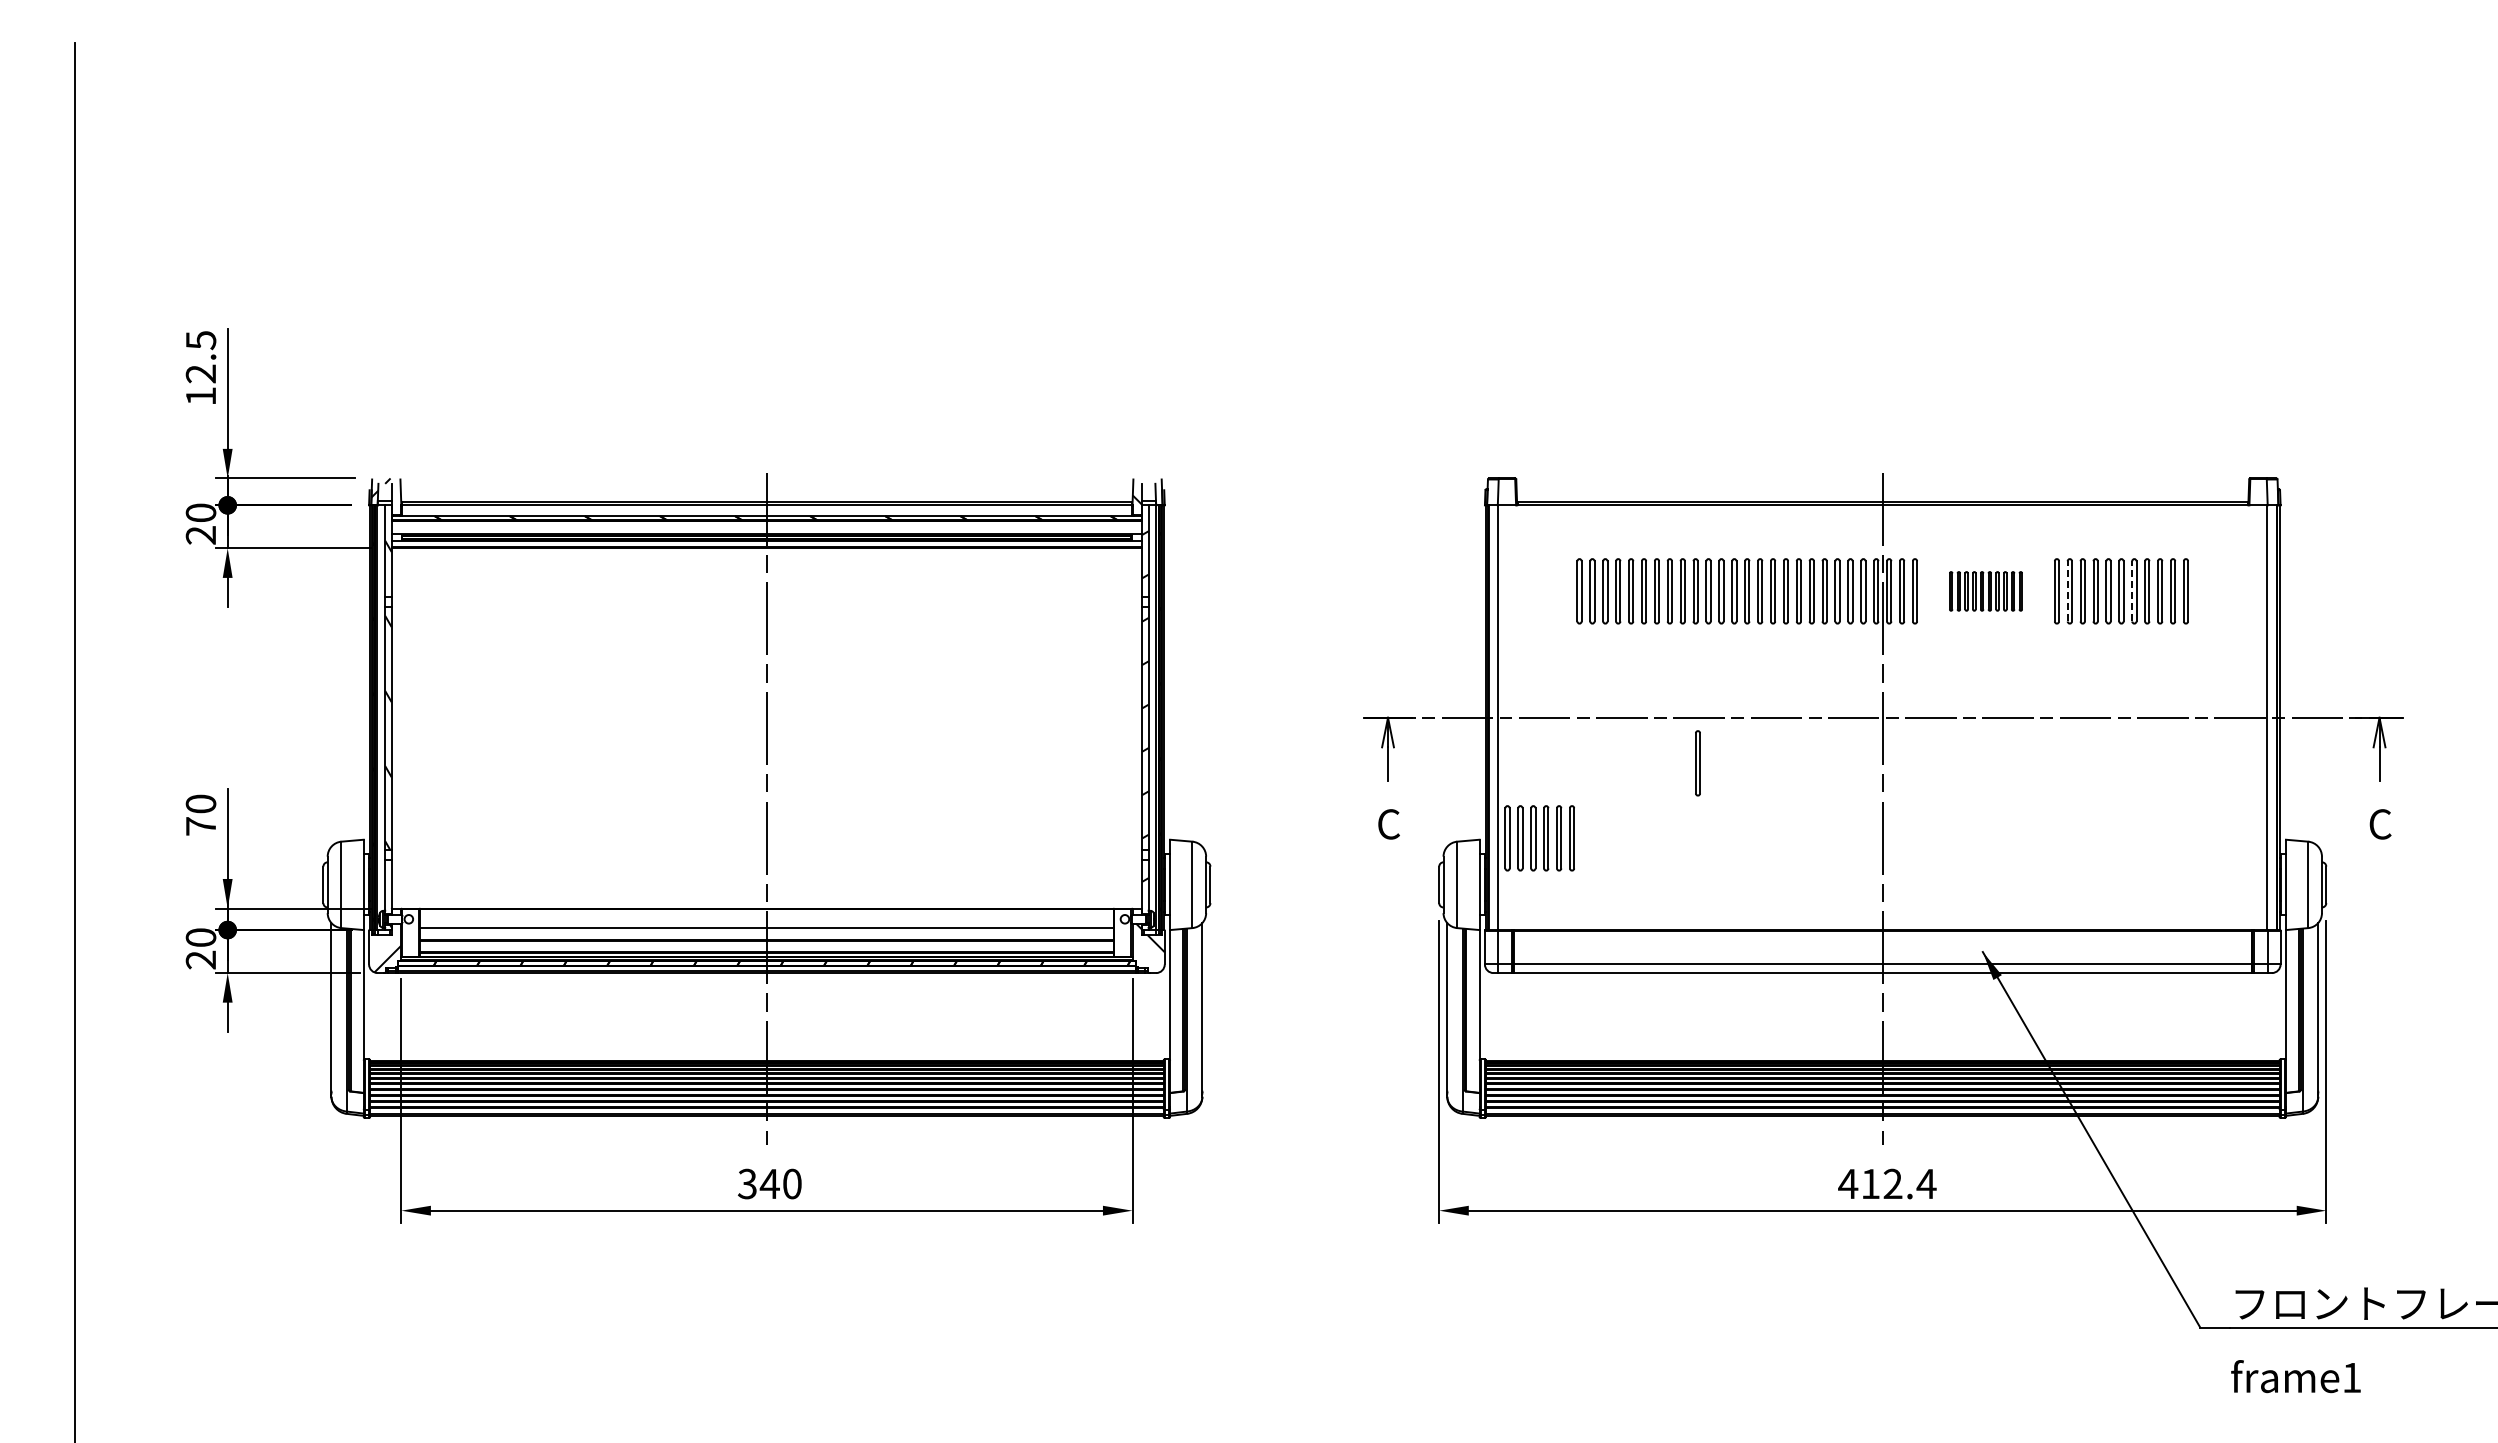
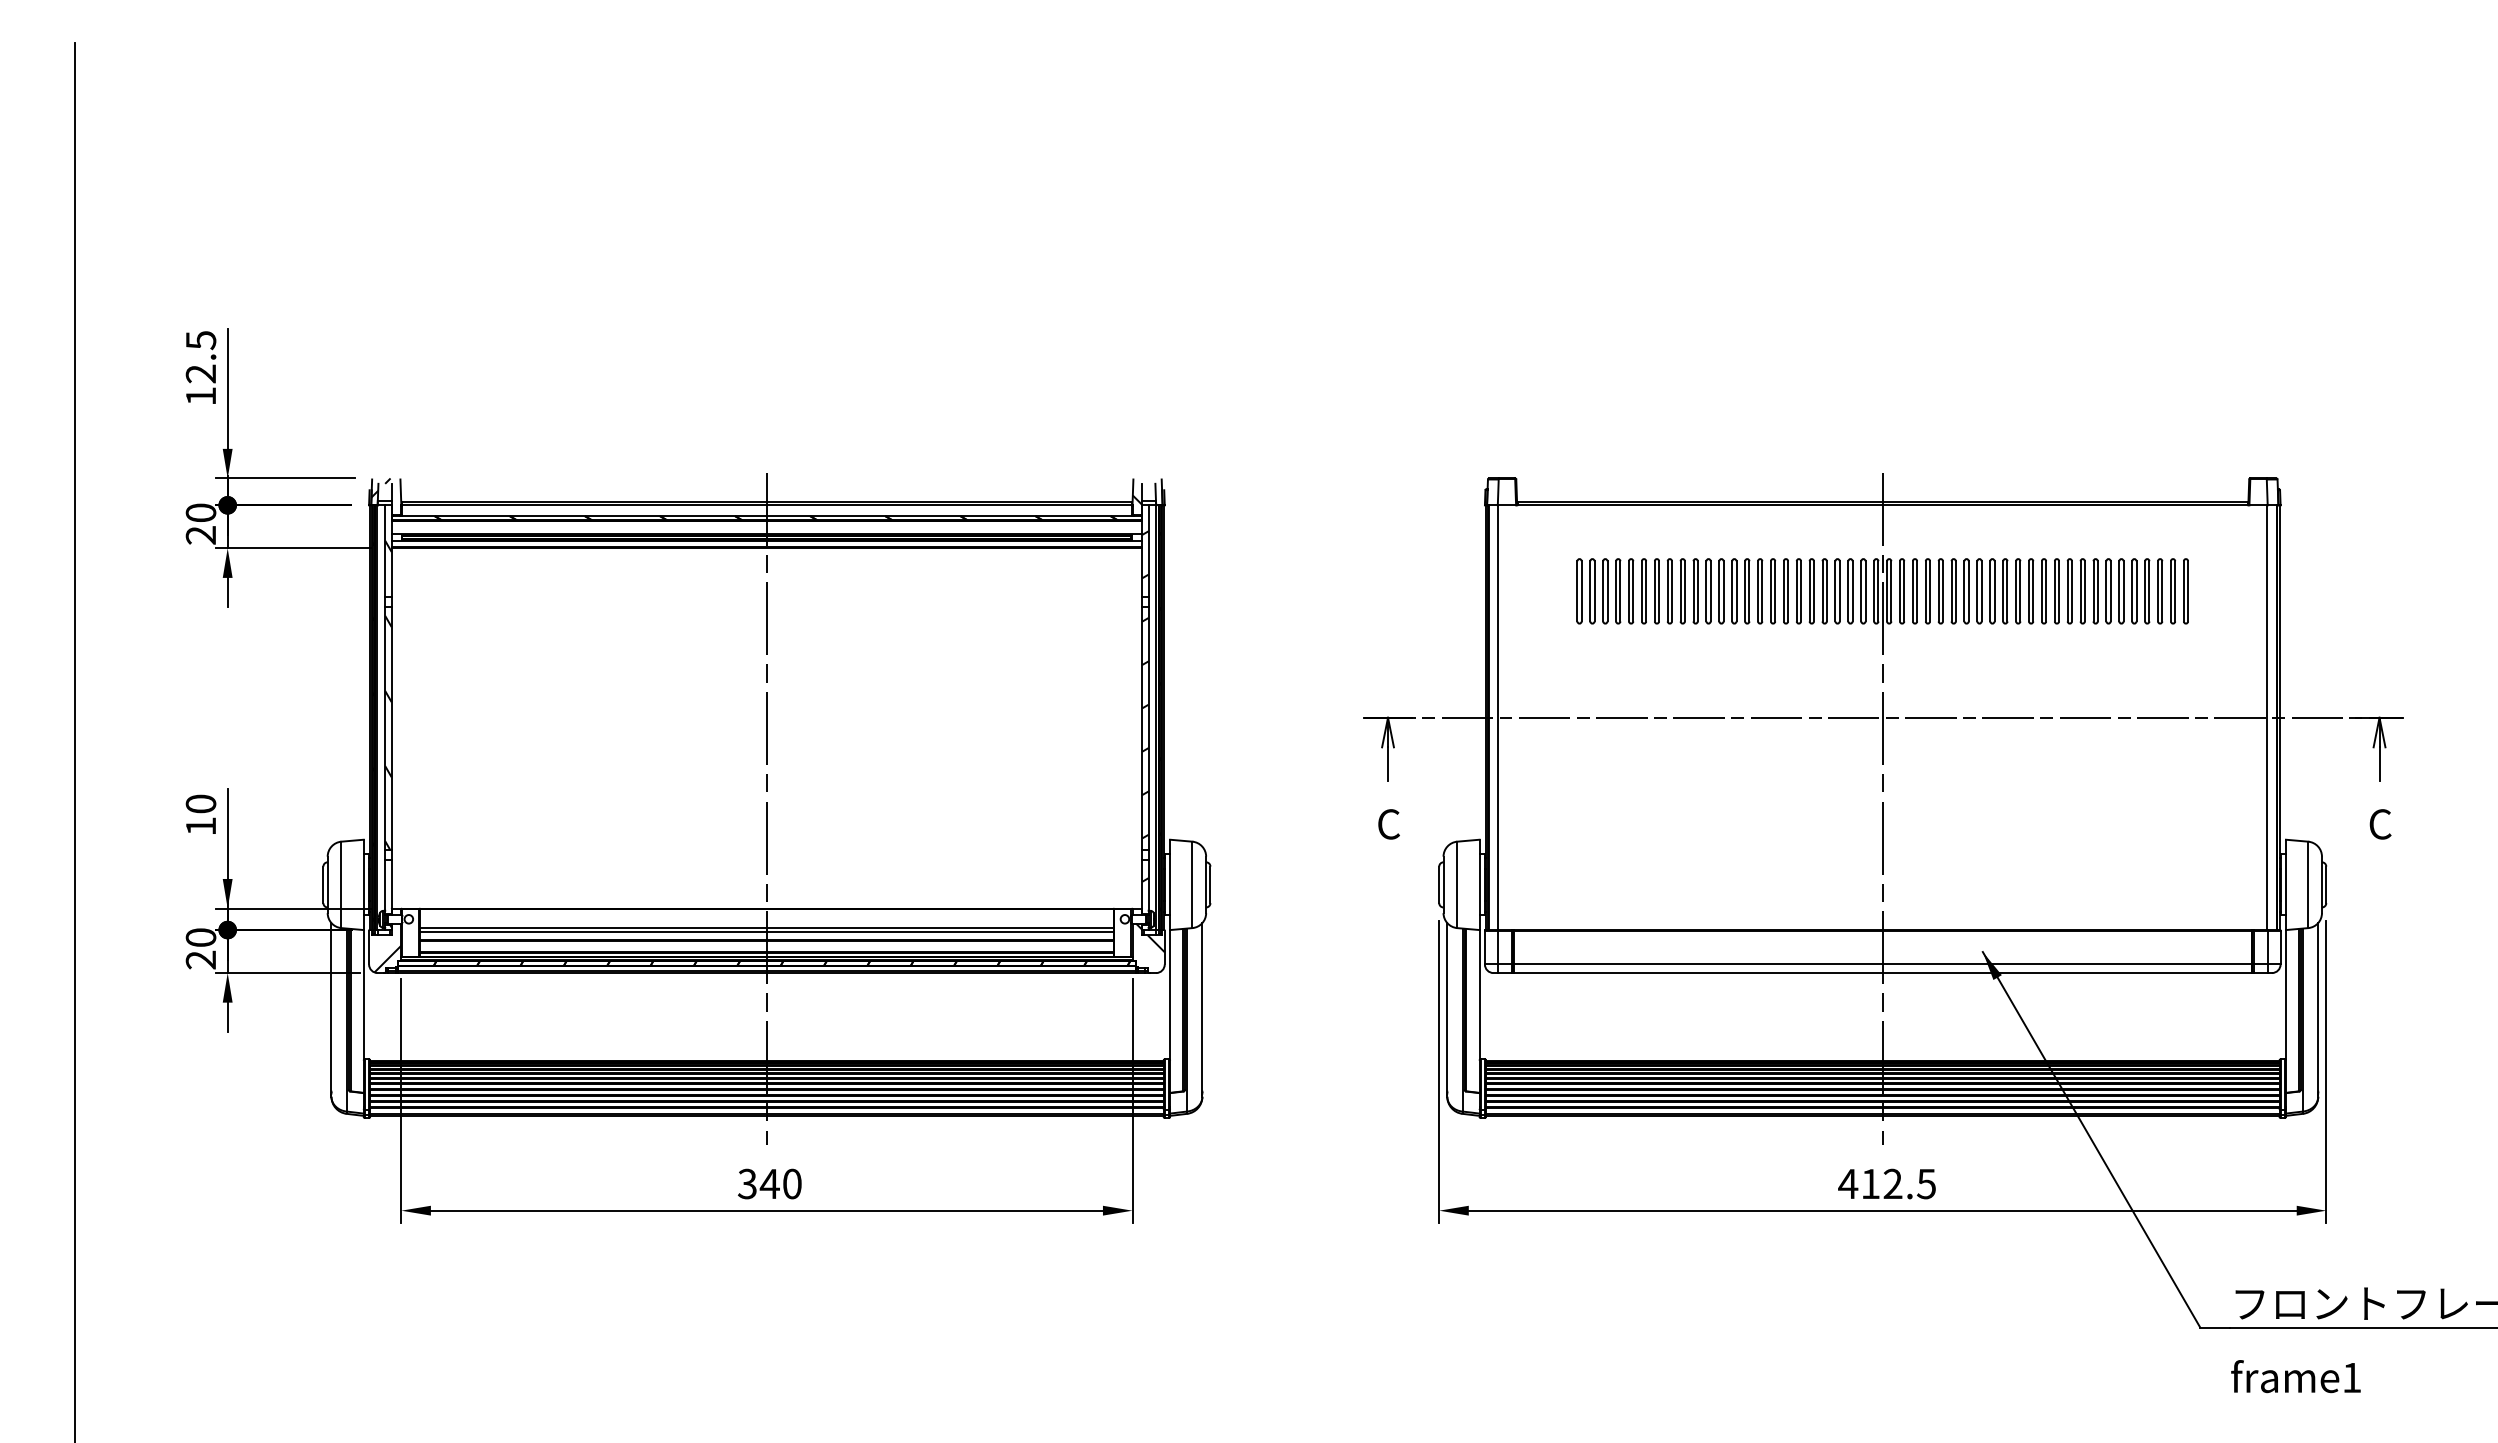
line at (2067, 590): dashed -> solid
line at (2132, 590): dashed -> solid
part at (1985, 591) size: 74x41 px -> 122x67 px
part at (1697, 763): present -> none
text at (200, 826): 70 -> 10
part at (1539, 838): present -> none
line at (766, 932): none -> present
text at (1926, 1184): 412.4 -> 412.5
